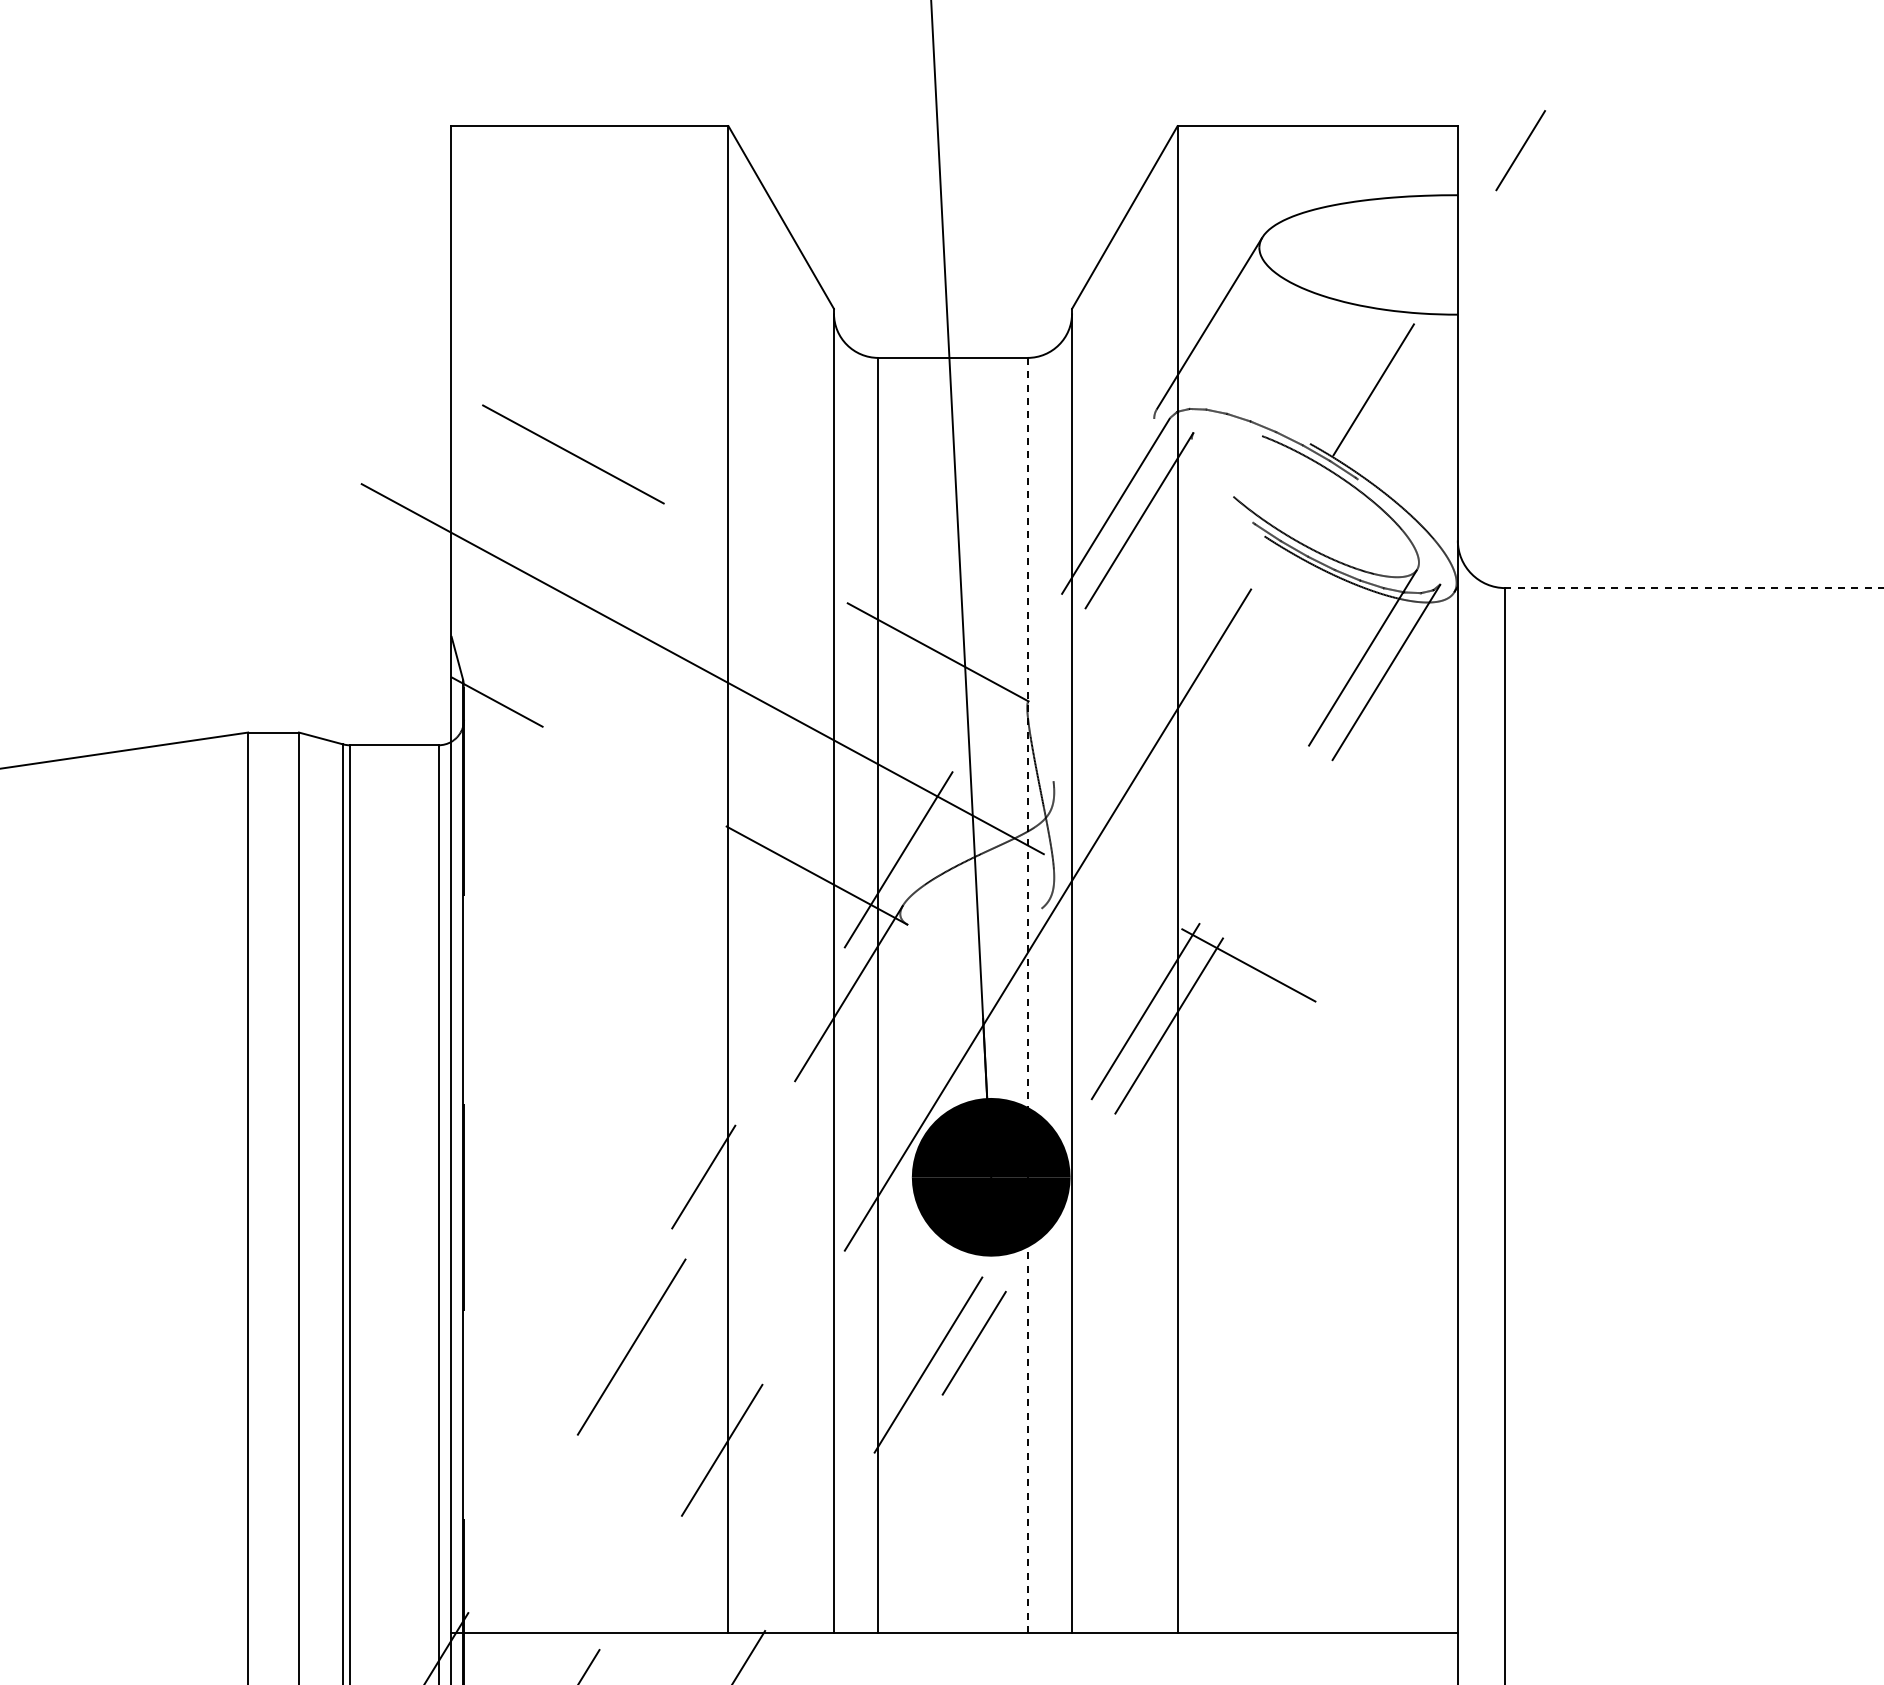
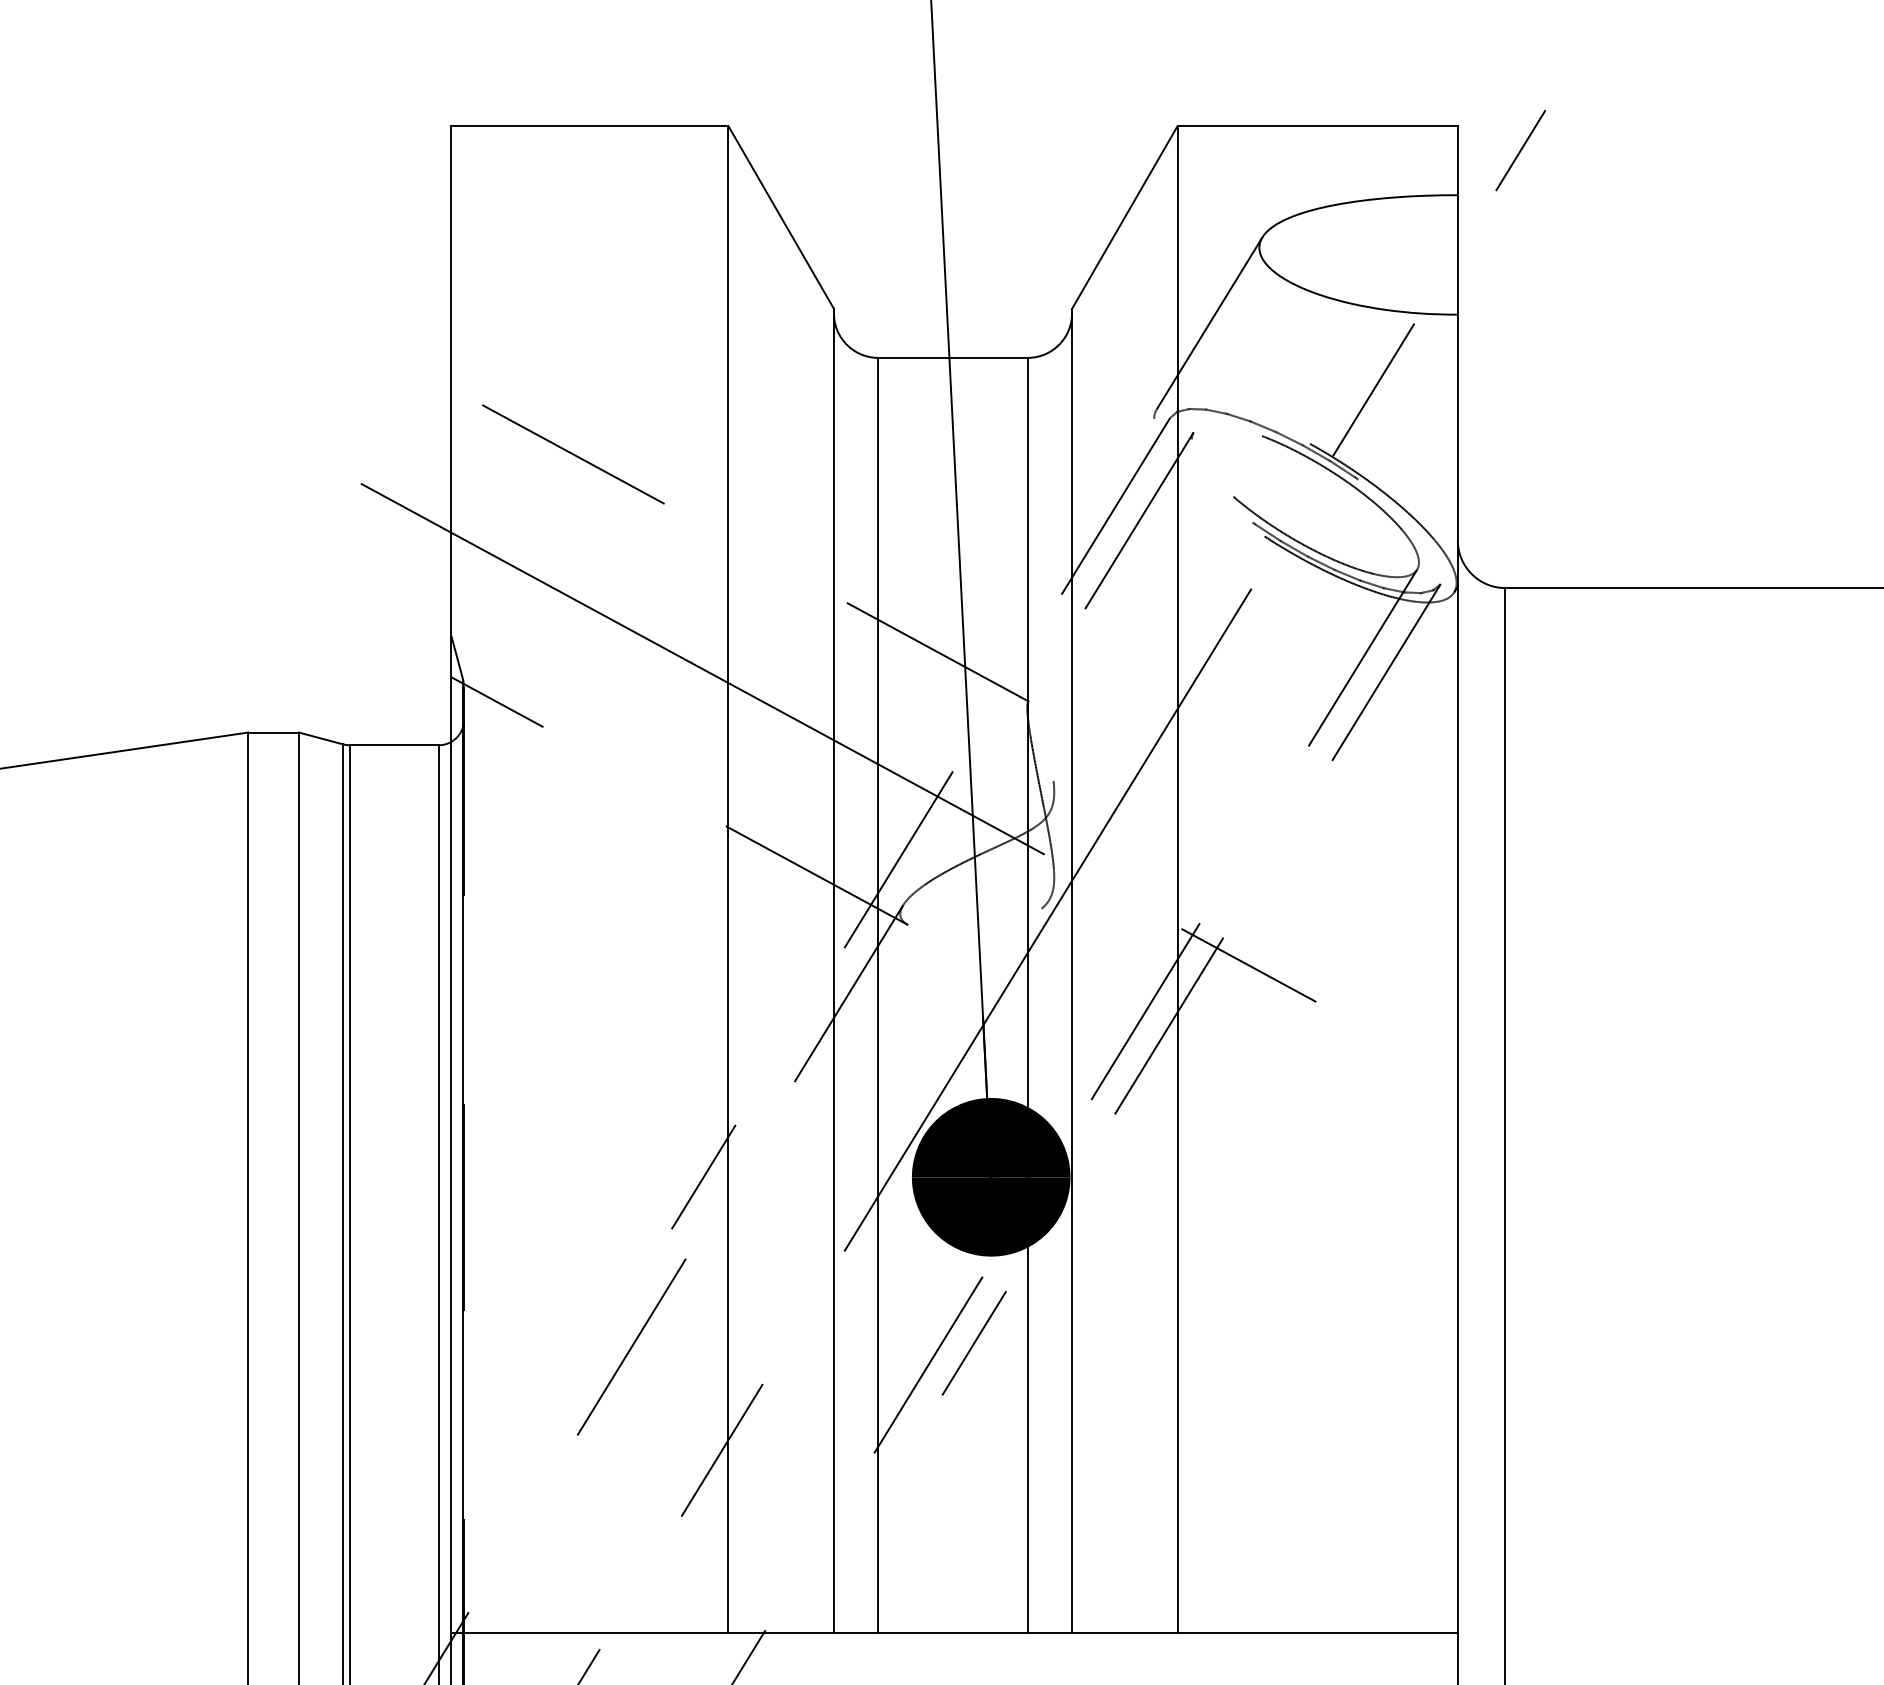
line at (1694, 588): dashed -> solid
line at (1027, 995): dashed -> solid
